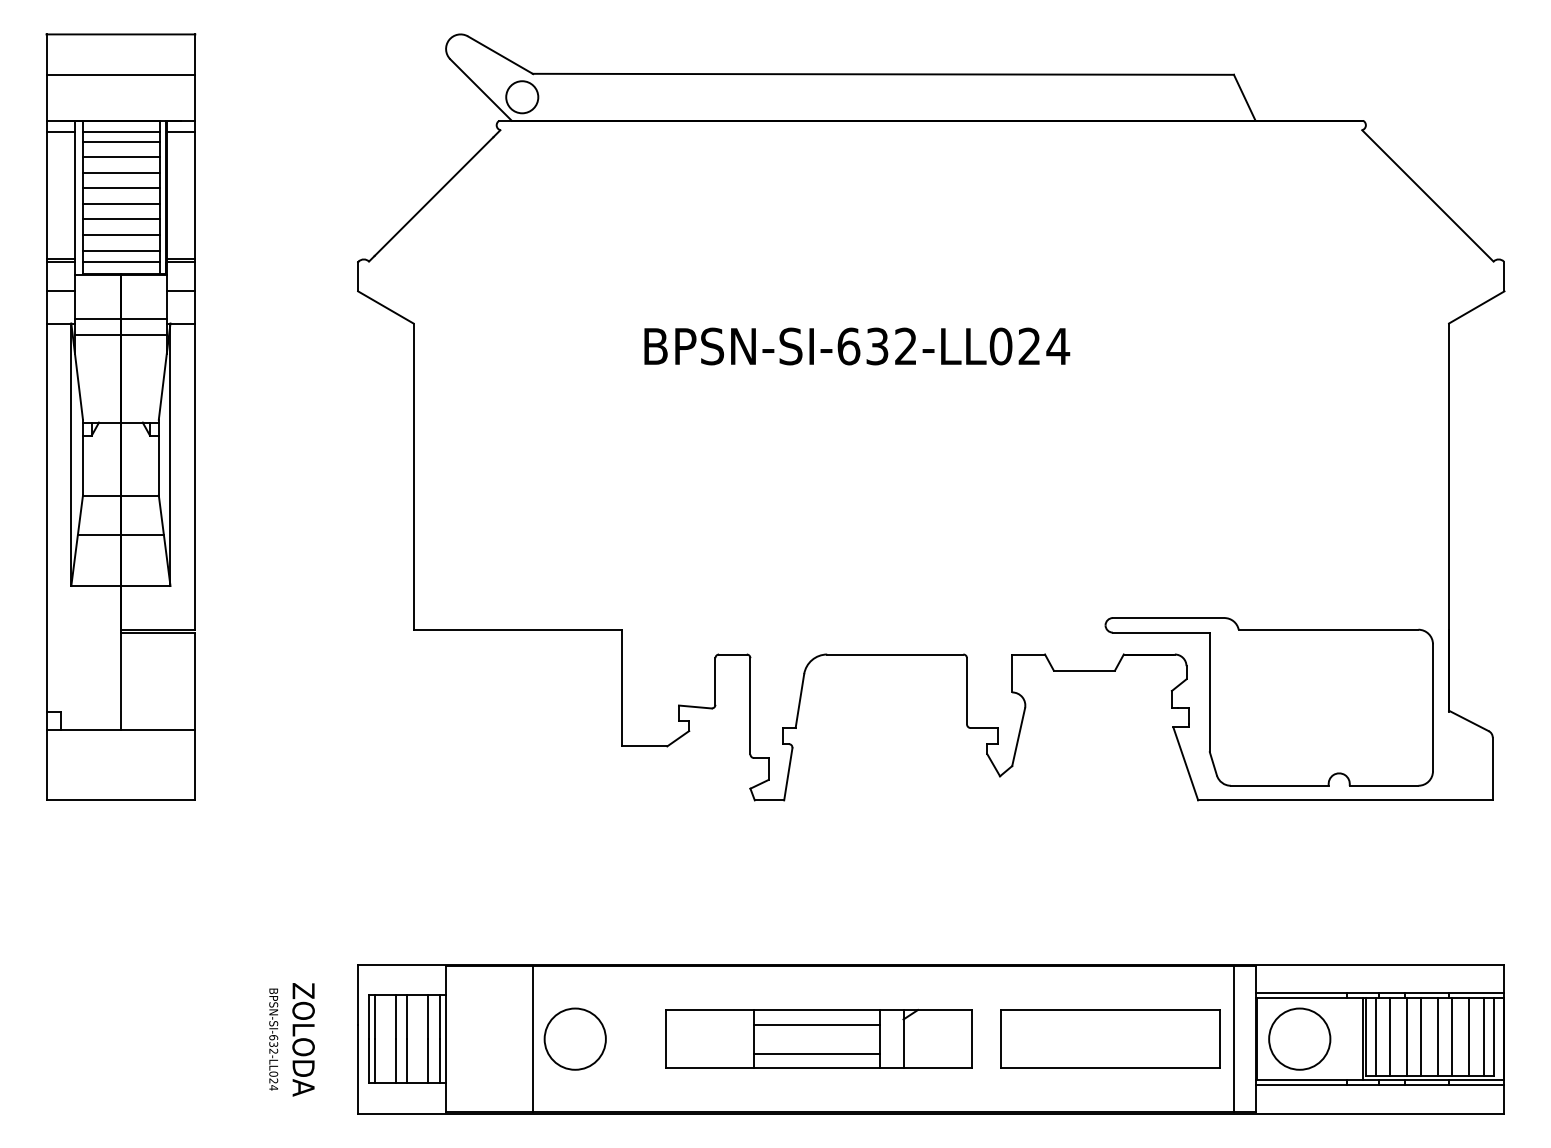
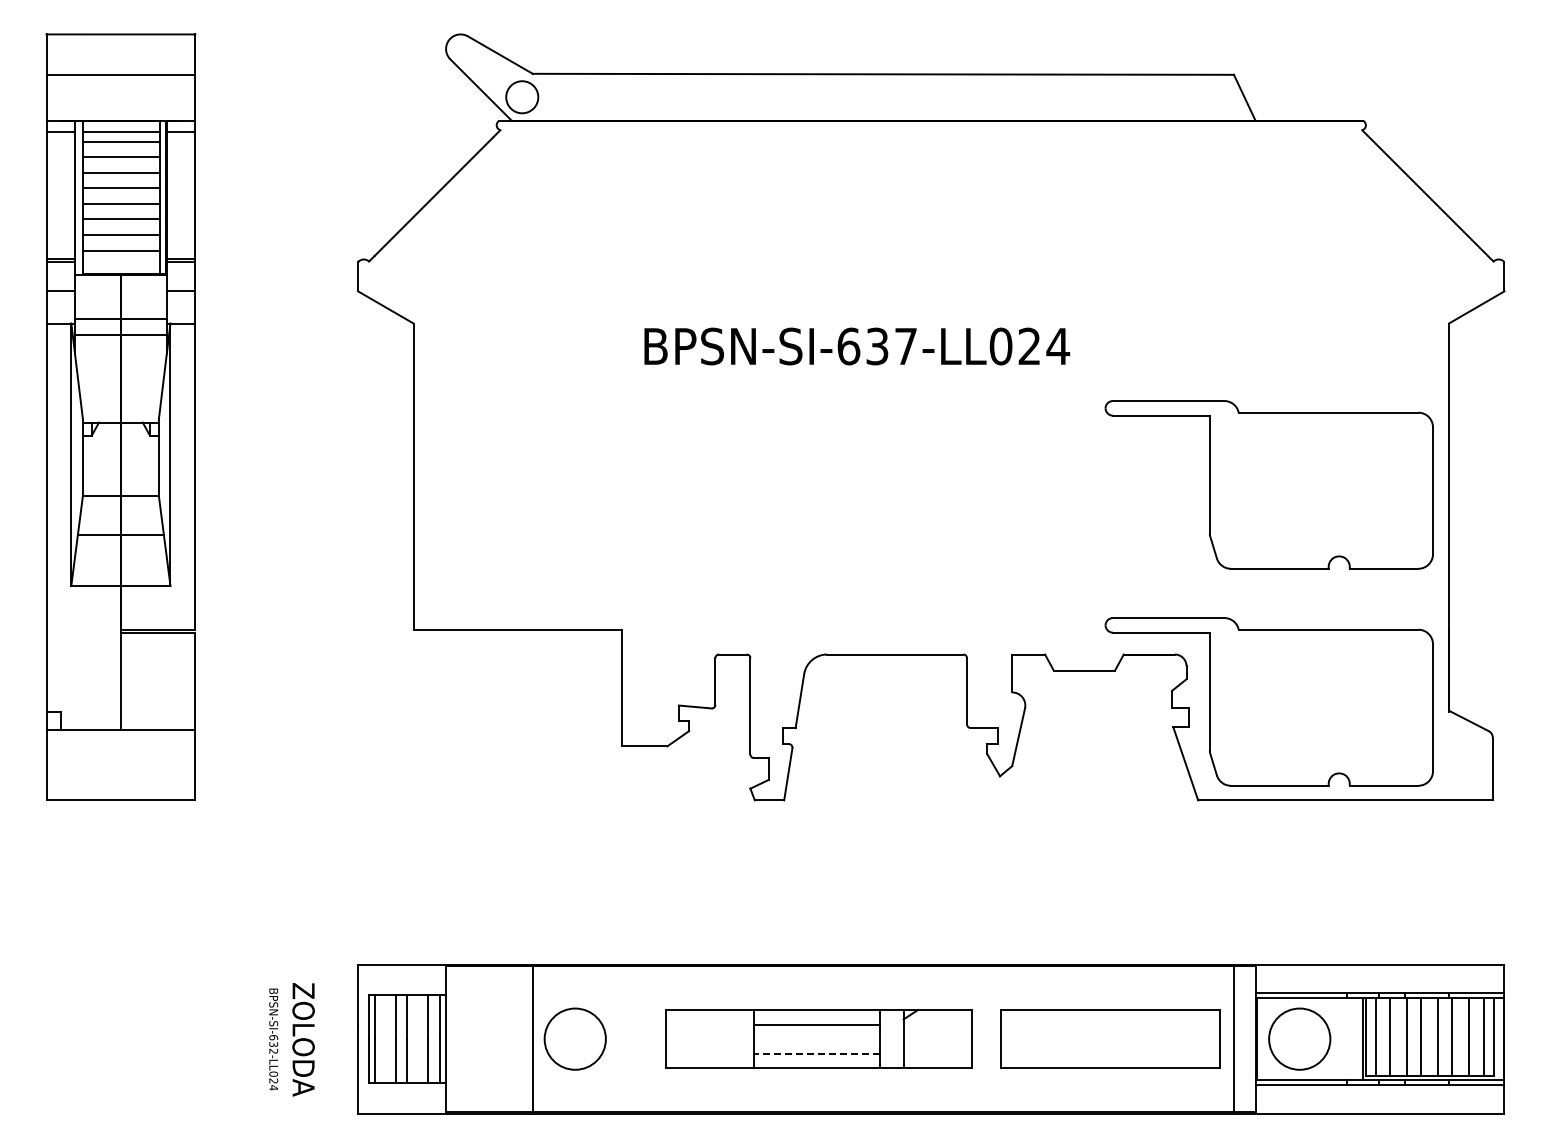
line at (121, 262): present -> none
text at (905, 345): BPSN-SI-632-LL024 -> BPSN-SI-637-LL024
part at (1268, 484): none -> present
line at (816, 1053): solid -> dashed
